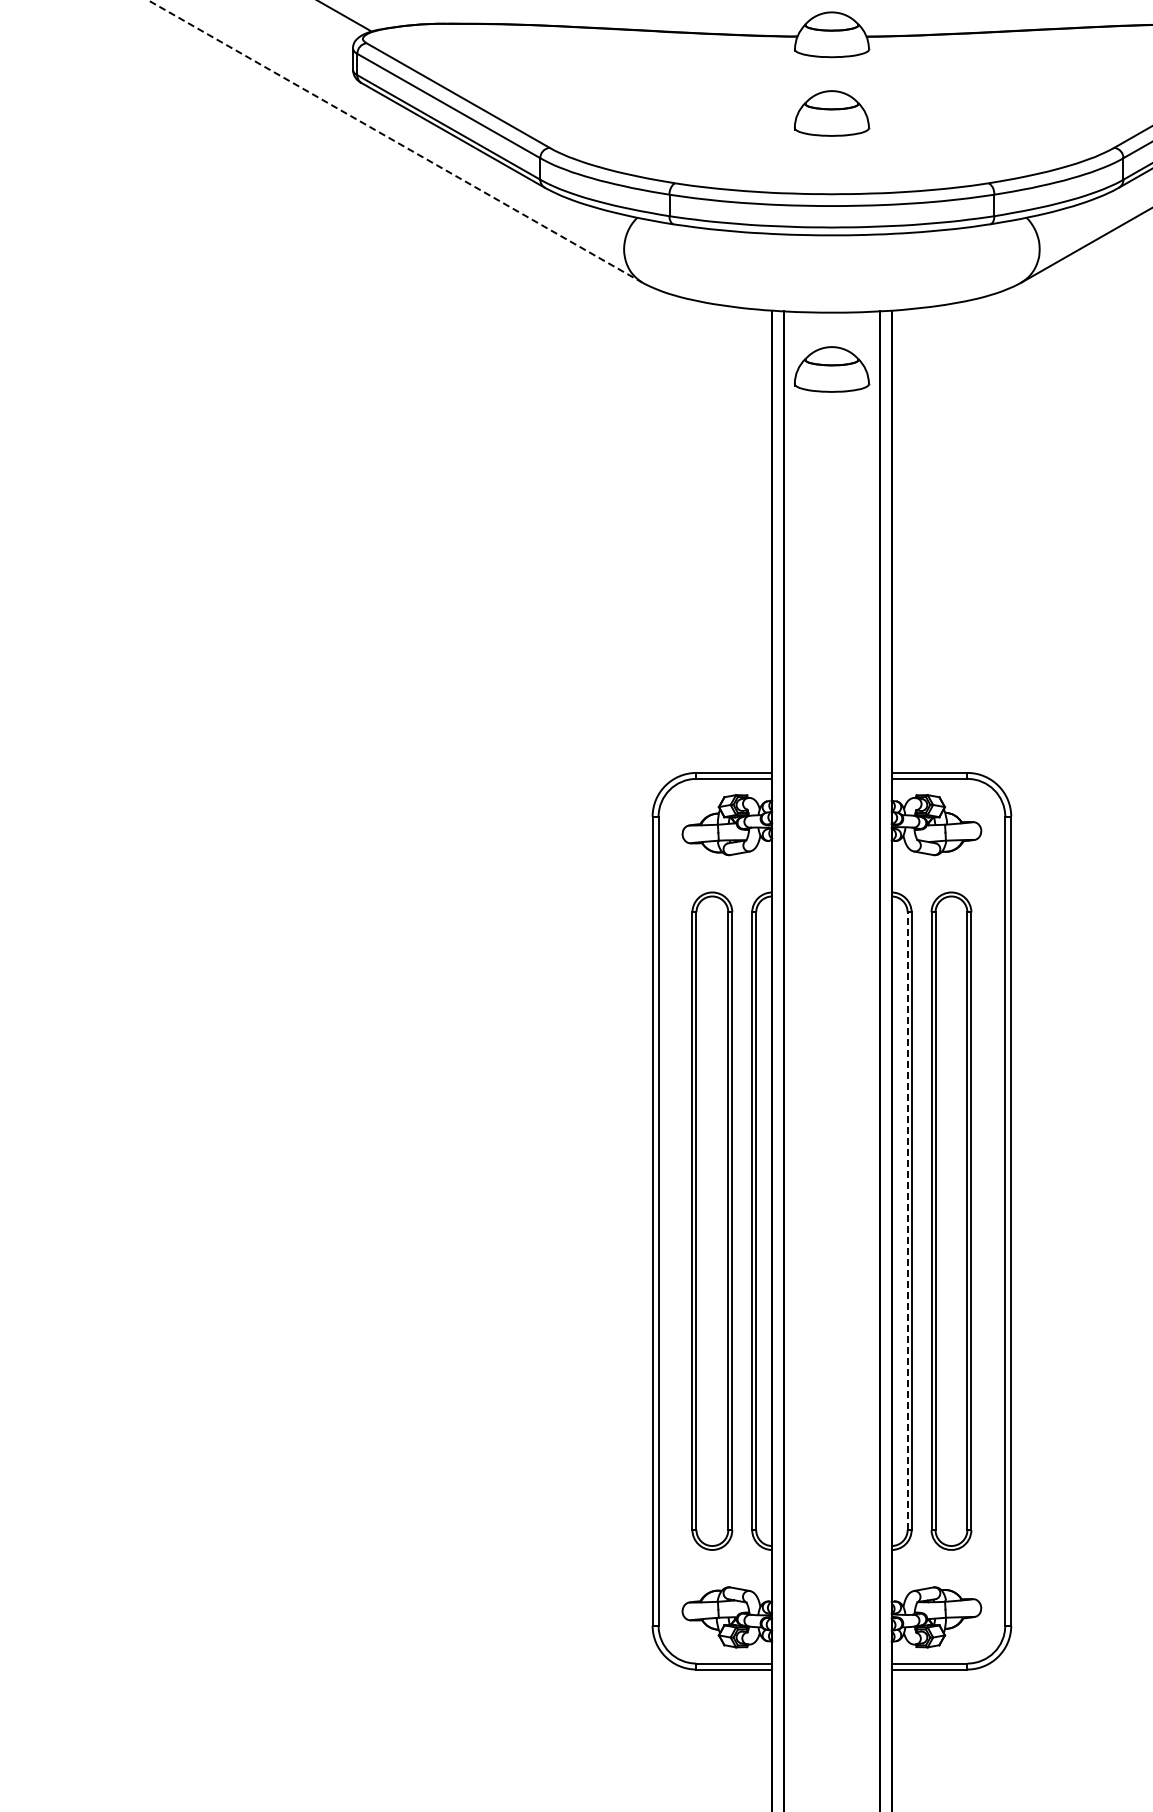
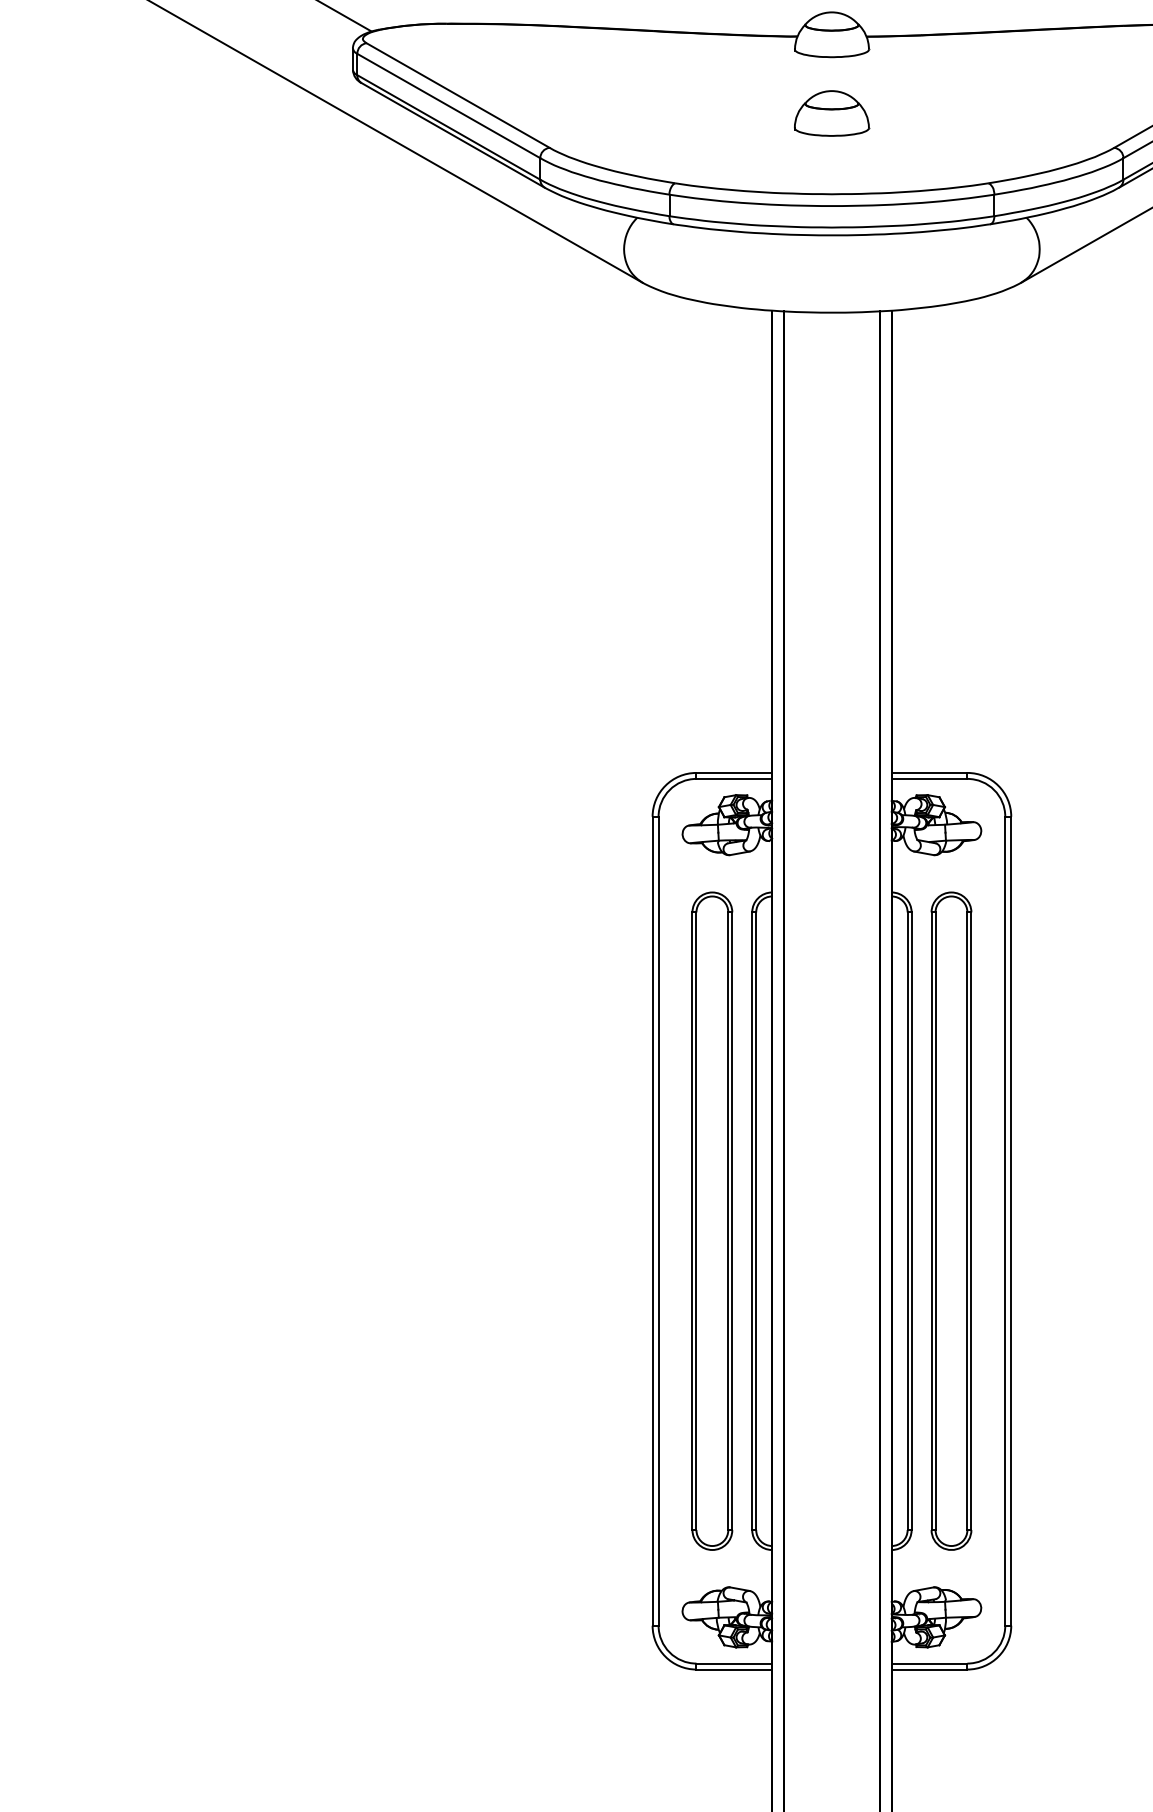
line at (395, 141): dashed -> solid
part at (832, 369): present -> none
line at (907, 1221): dashed -> solid
